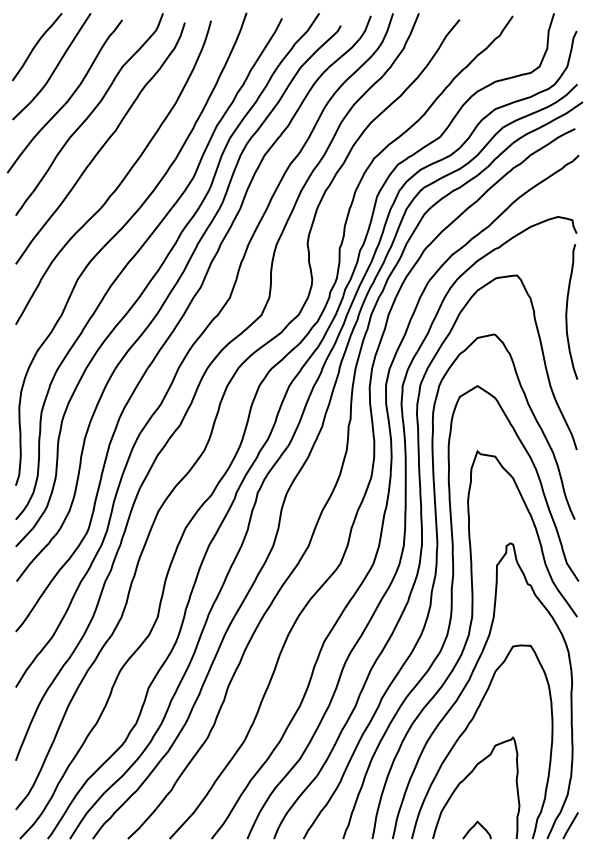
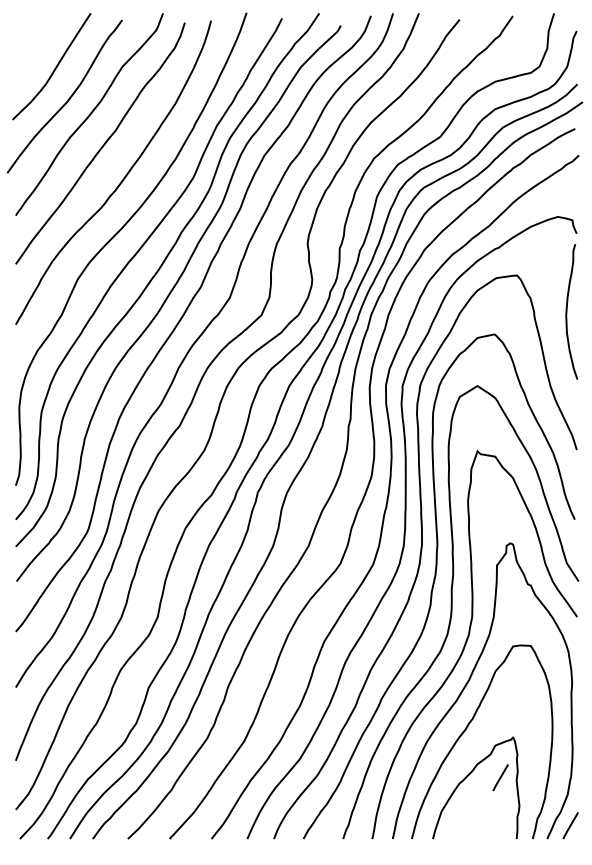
curve at (36, 46): present -> none
line at (500, 777): none -> present
curve at (474, 826): present -> none
